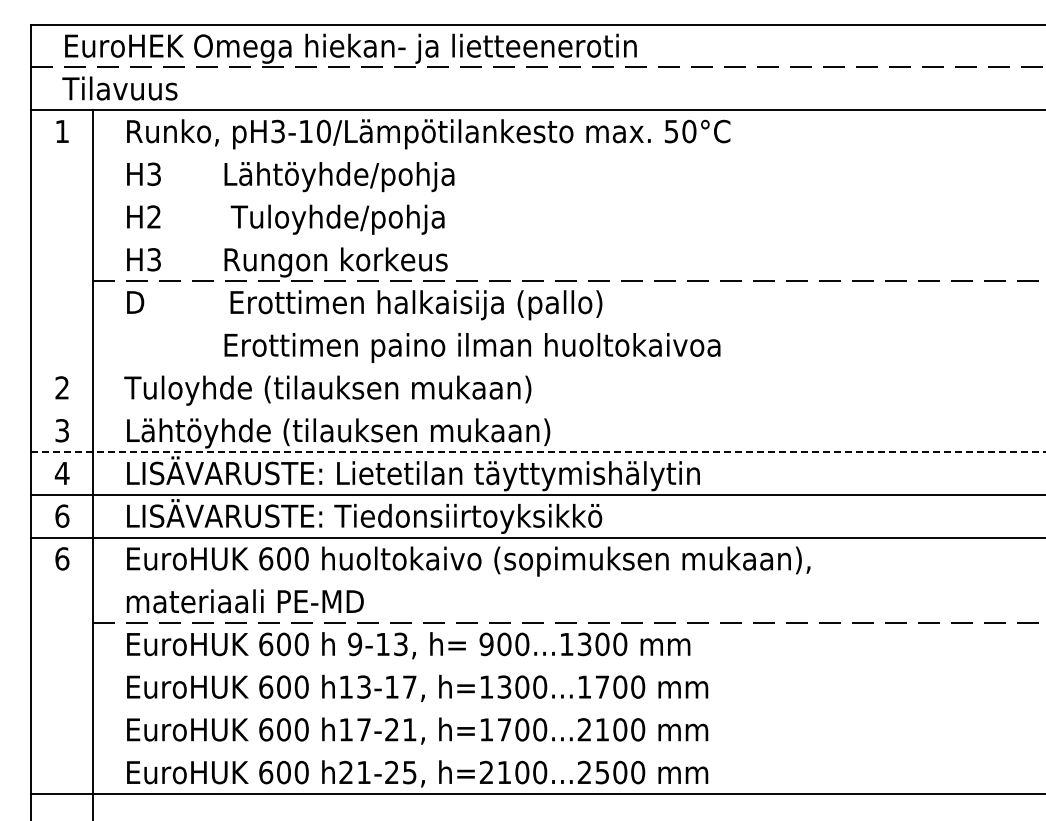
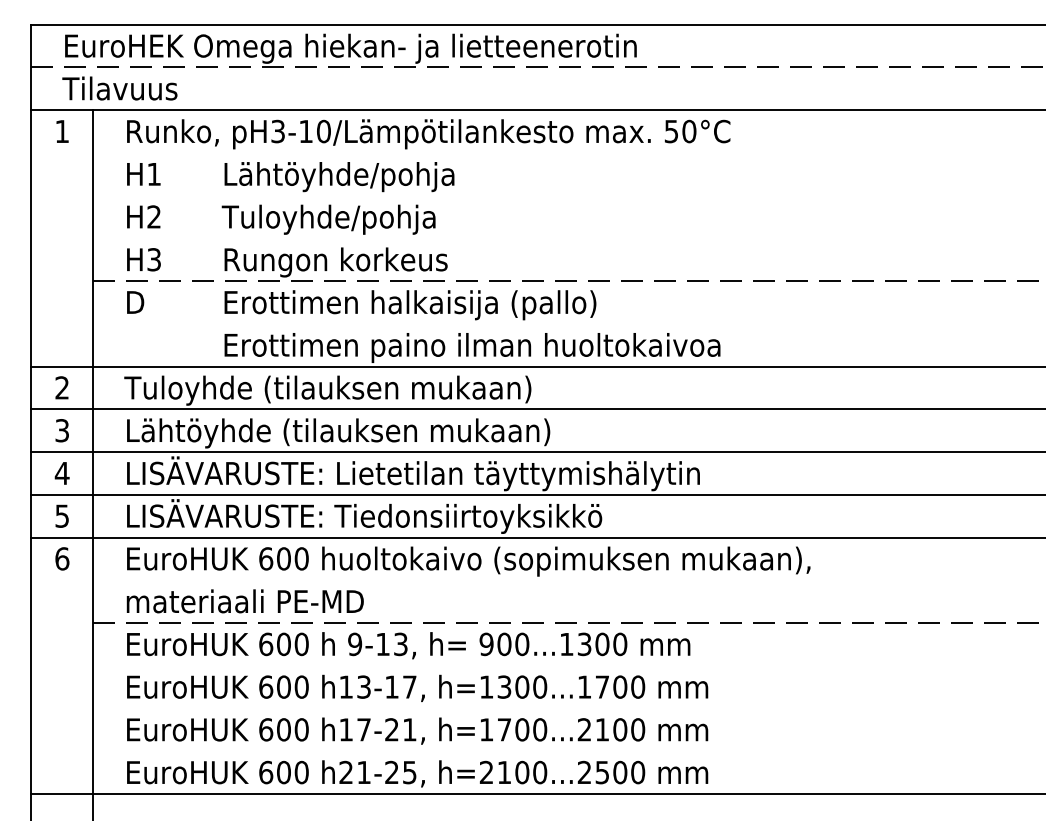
text at (153, 173): H3 -> H1
text at (337, 219) position: (337, 219) -> (328, 219)
text at (416, 305) position: (416, 305) -> (410, 305)
line at (536, 366): none -> present
line at (536, 409): none -> present
line at (539, 452): dashed -> solid
text at (62, 515): 6 -> 5
